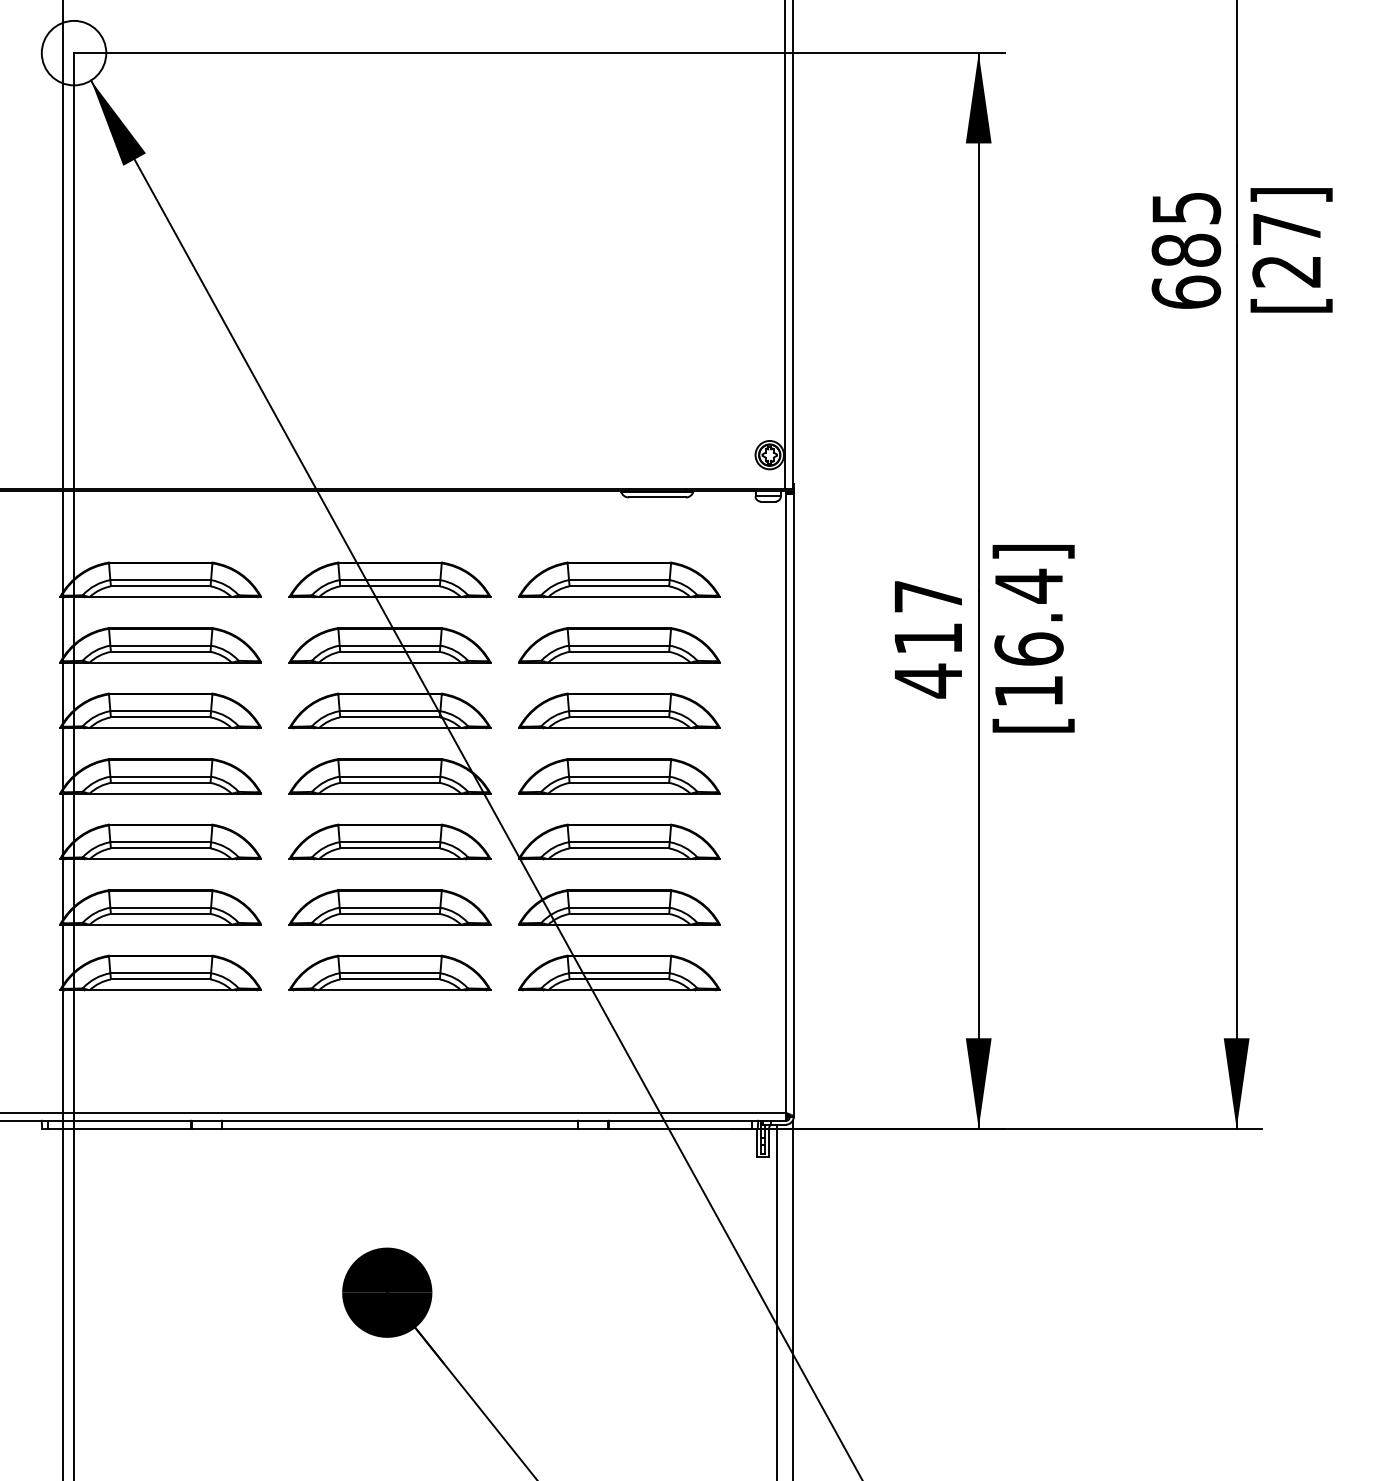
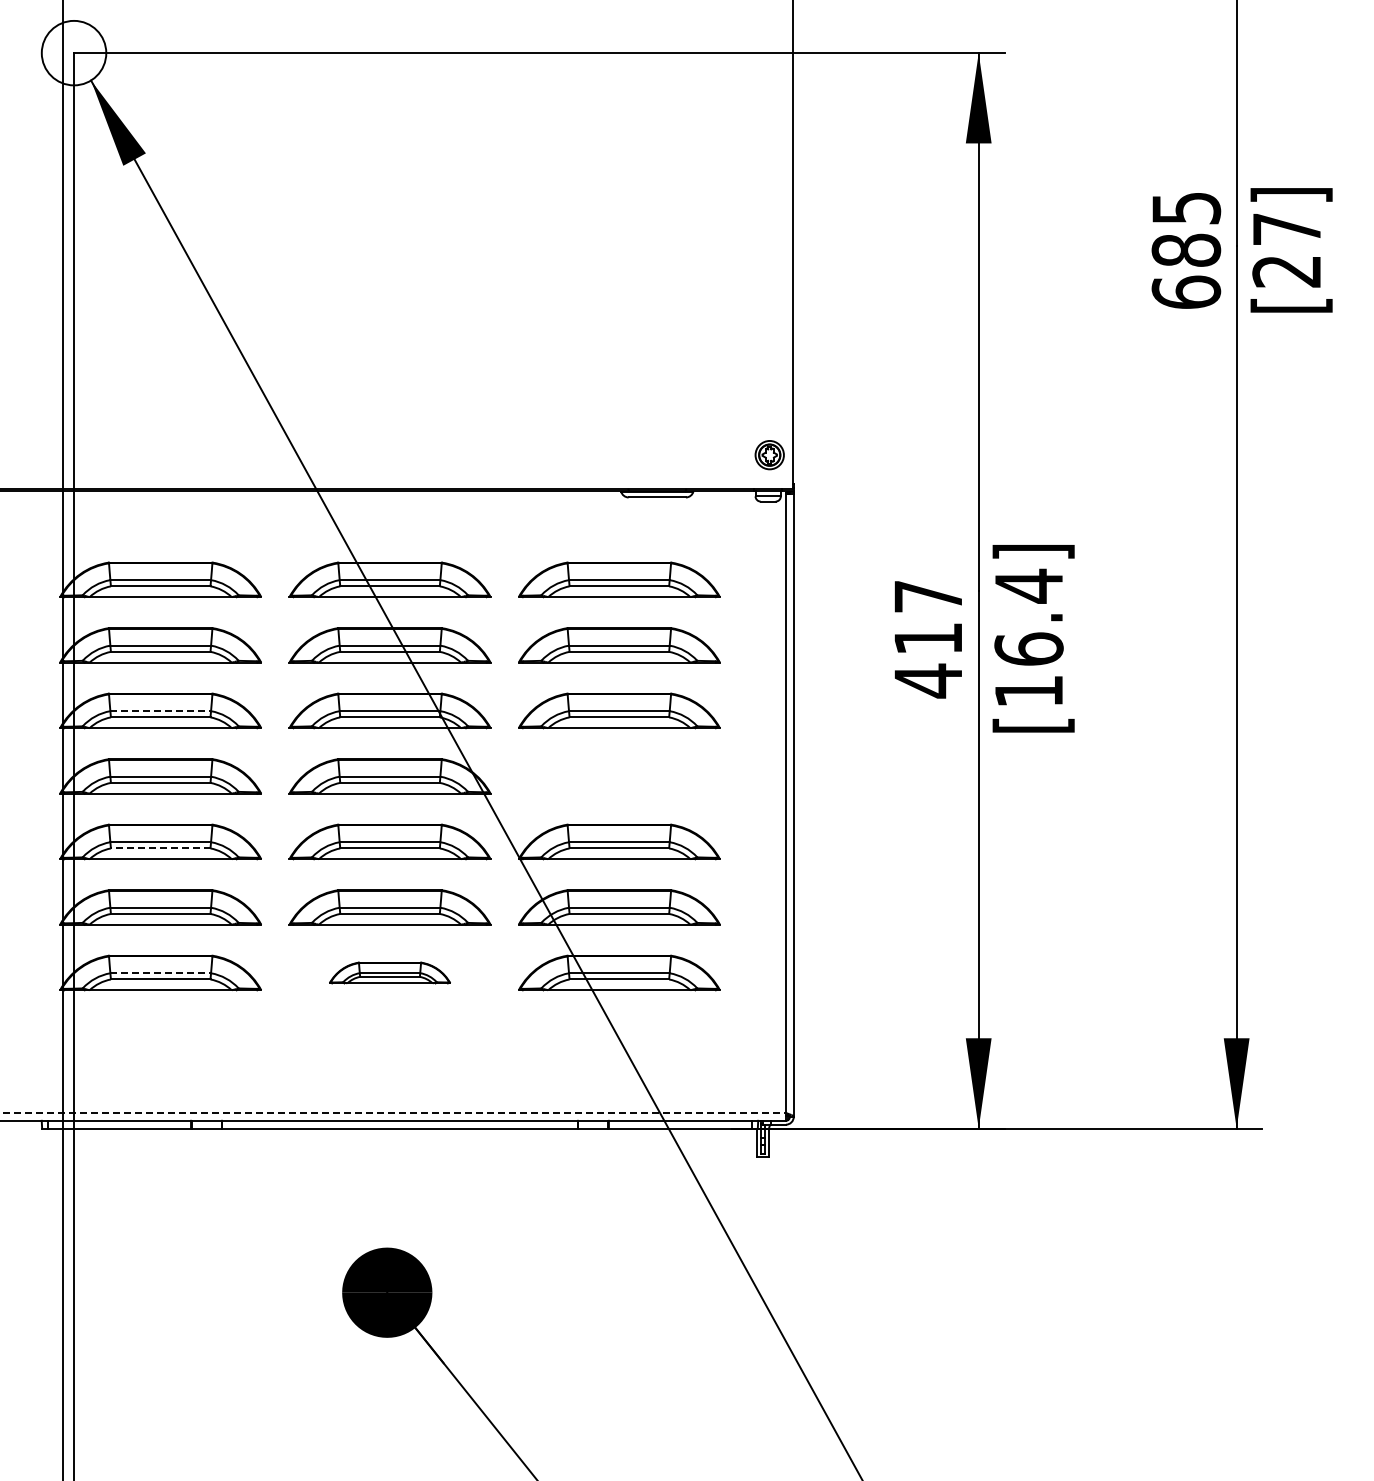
line at (785, 245): present -> none
line at (161, 711): solid -> dashed
part at (619, 776): present -> none
line at (160, 848): solid -> dashed
part at (389, 972) size: 204x38 px -> 122x24 px
line at (161, 973): solid -> dashed
line at (393, 1113): solid -> dashed
line at (792, 1299): present -> none
line at (777, 1300): present -> none
